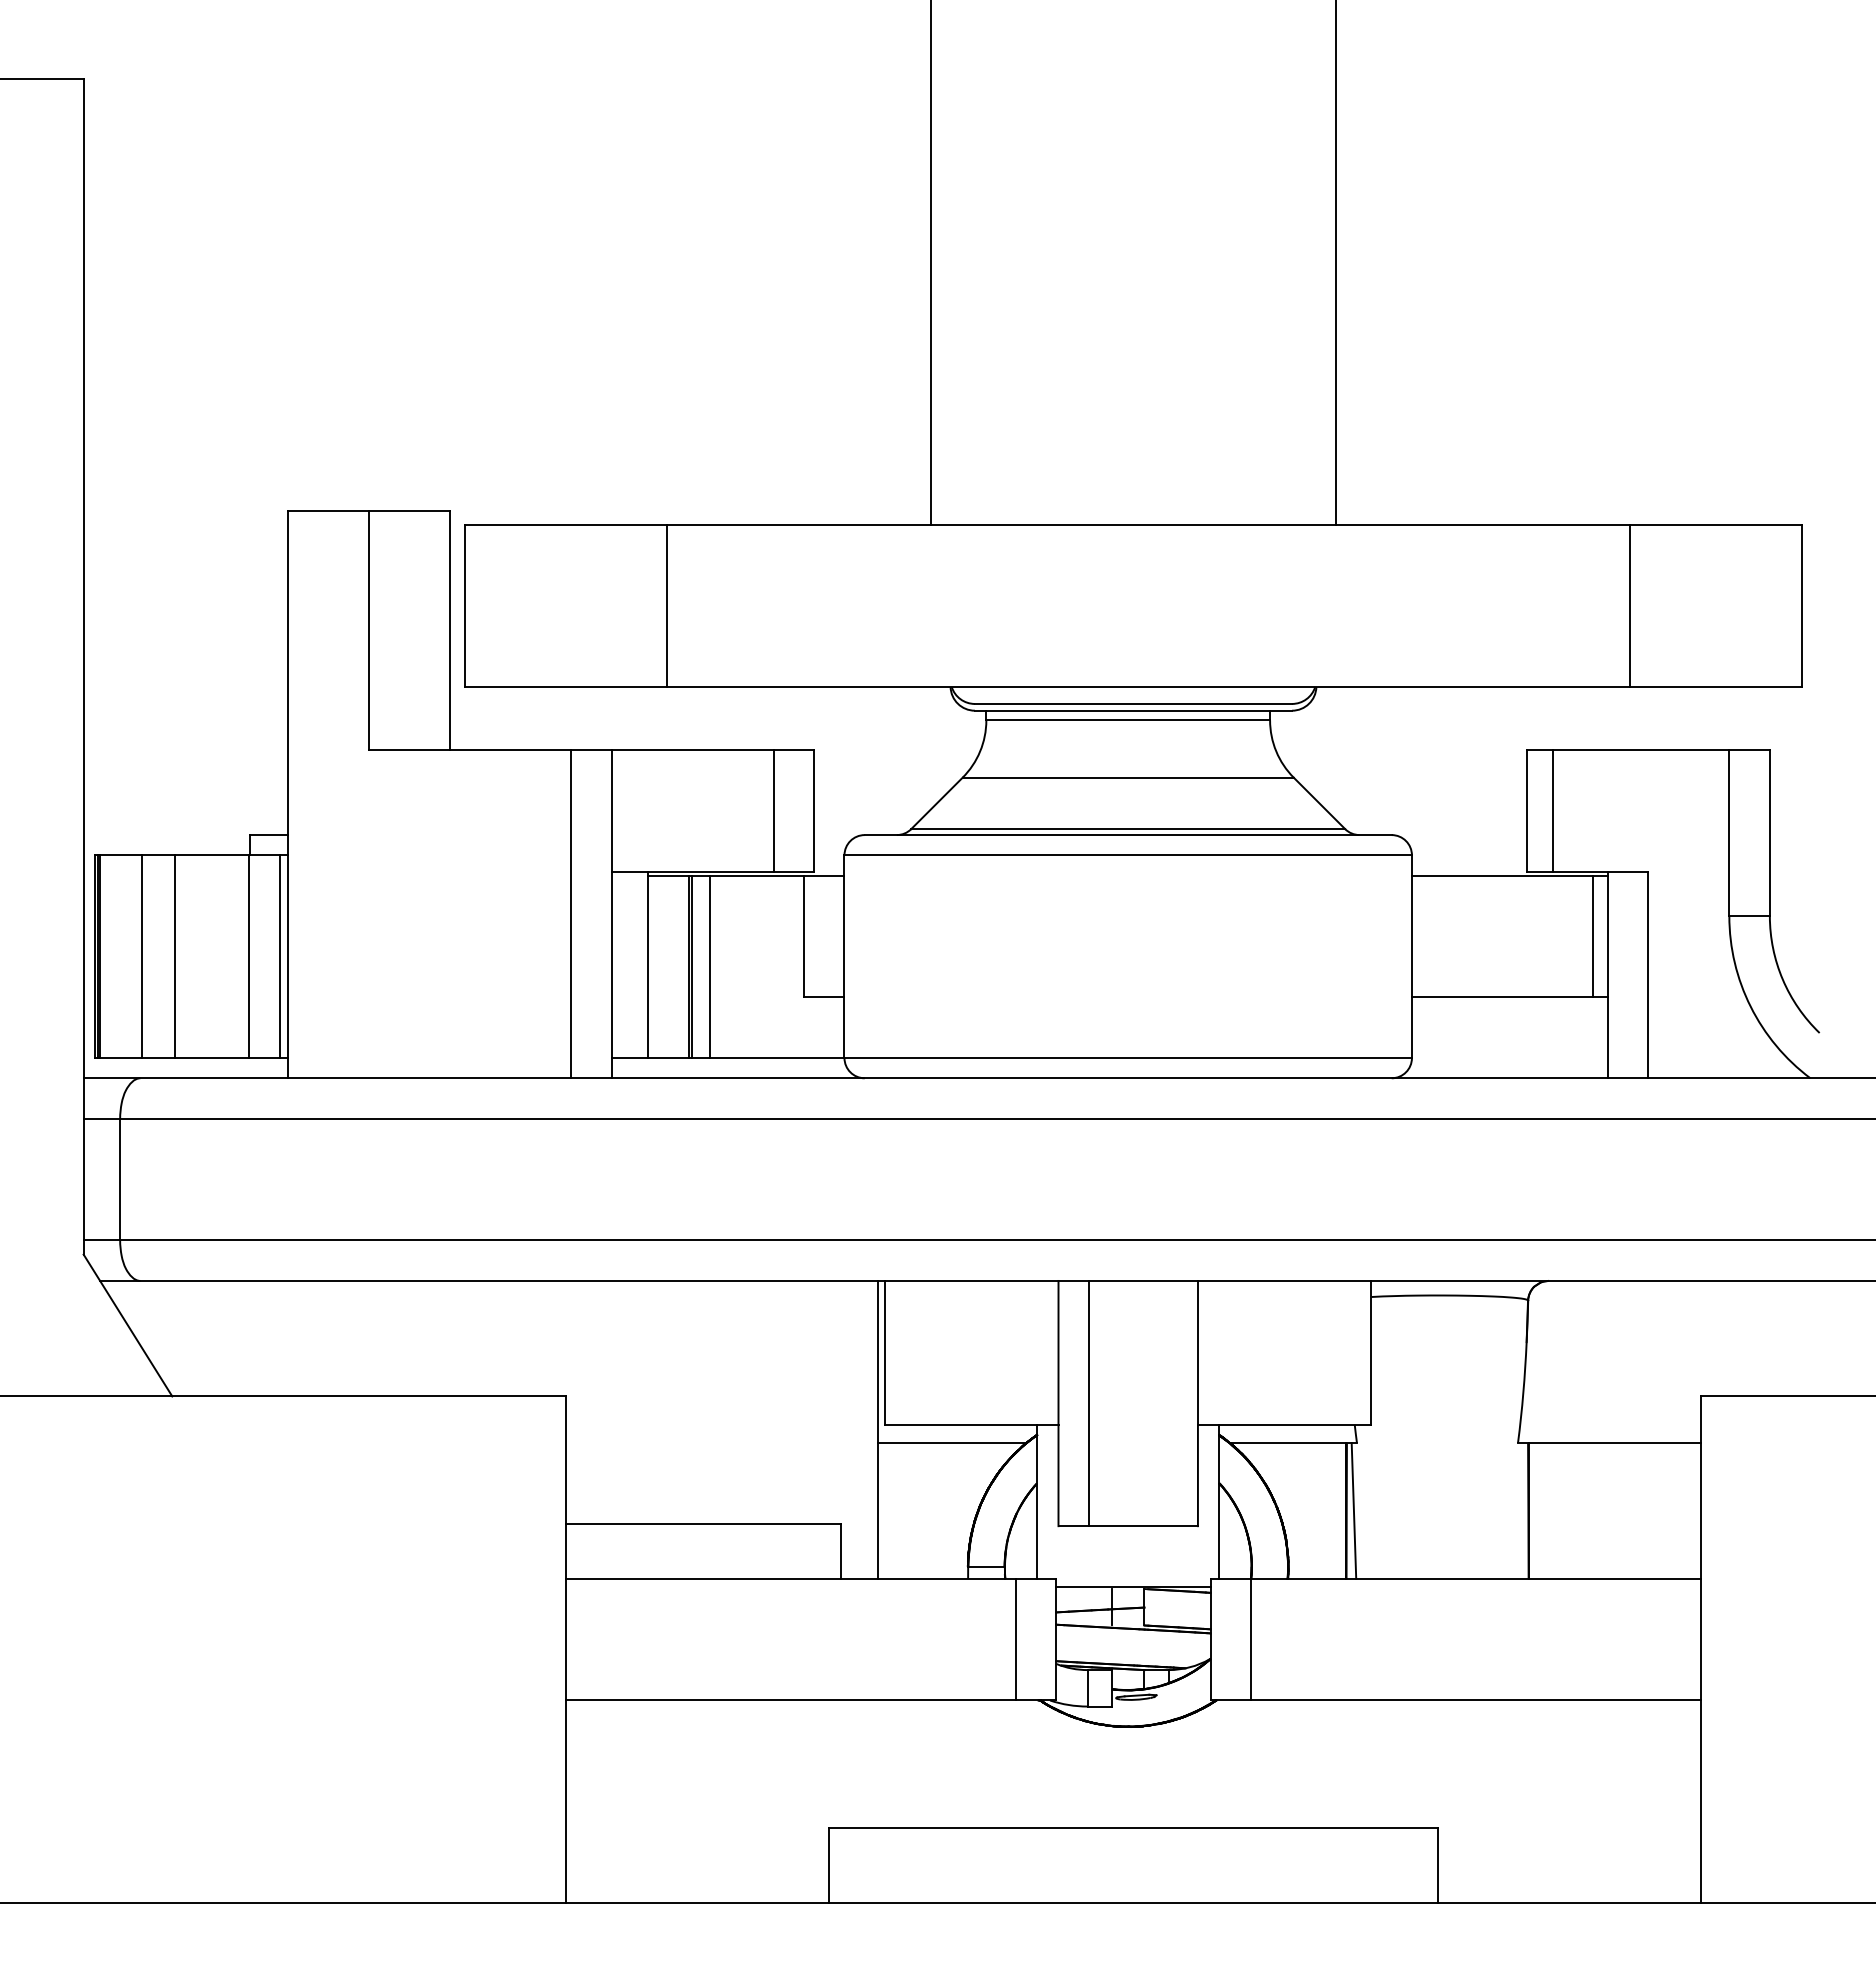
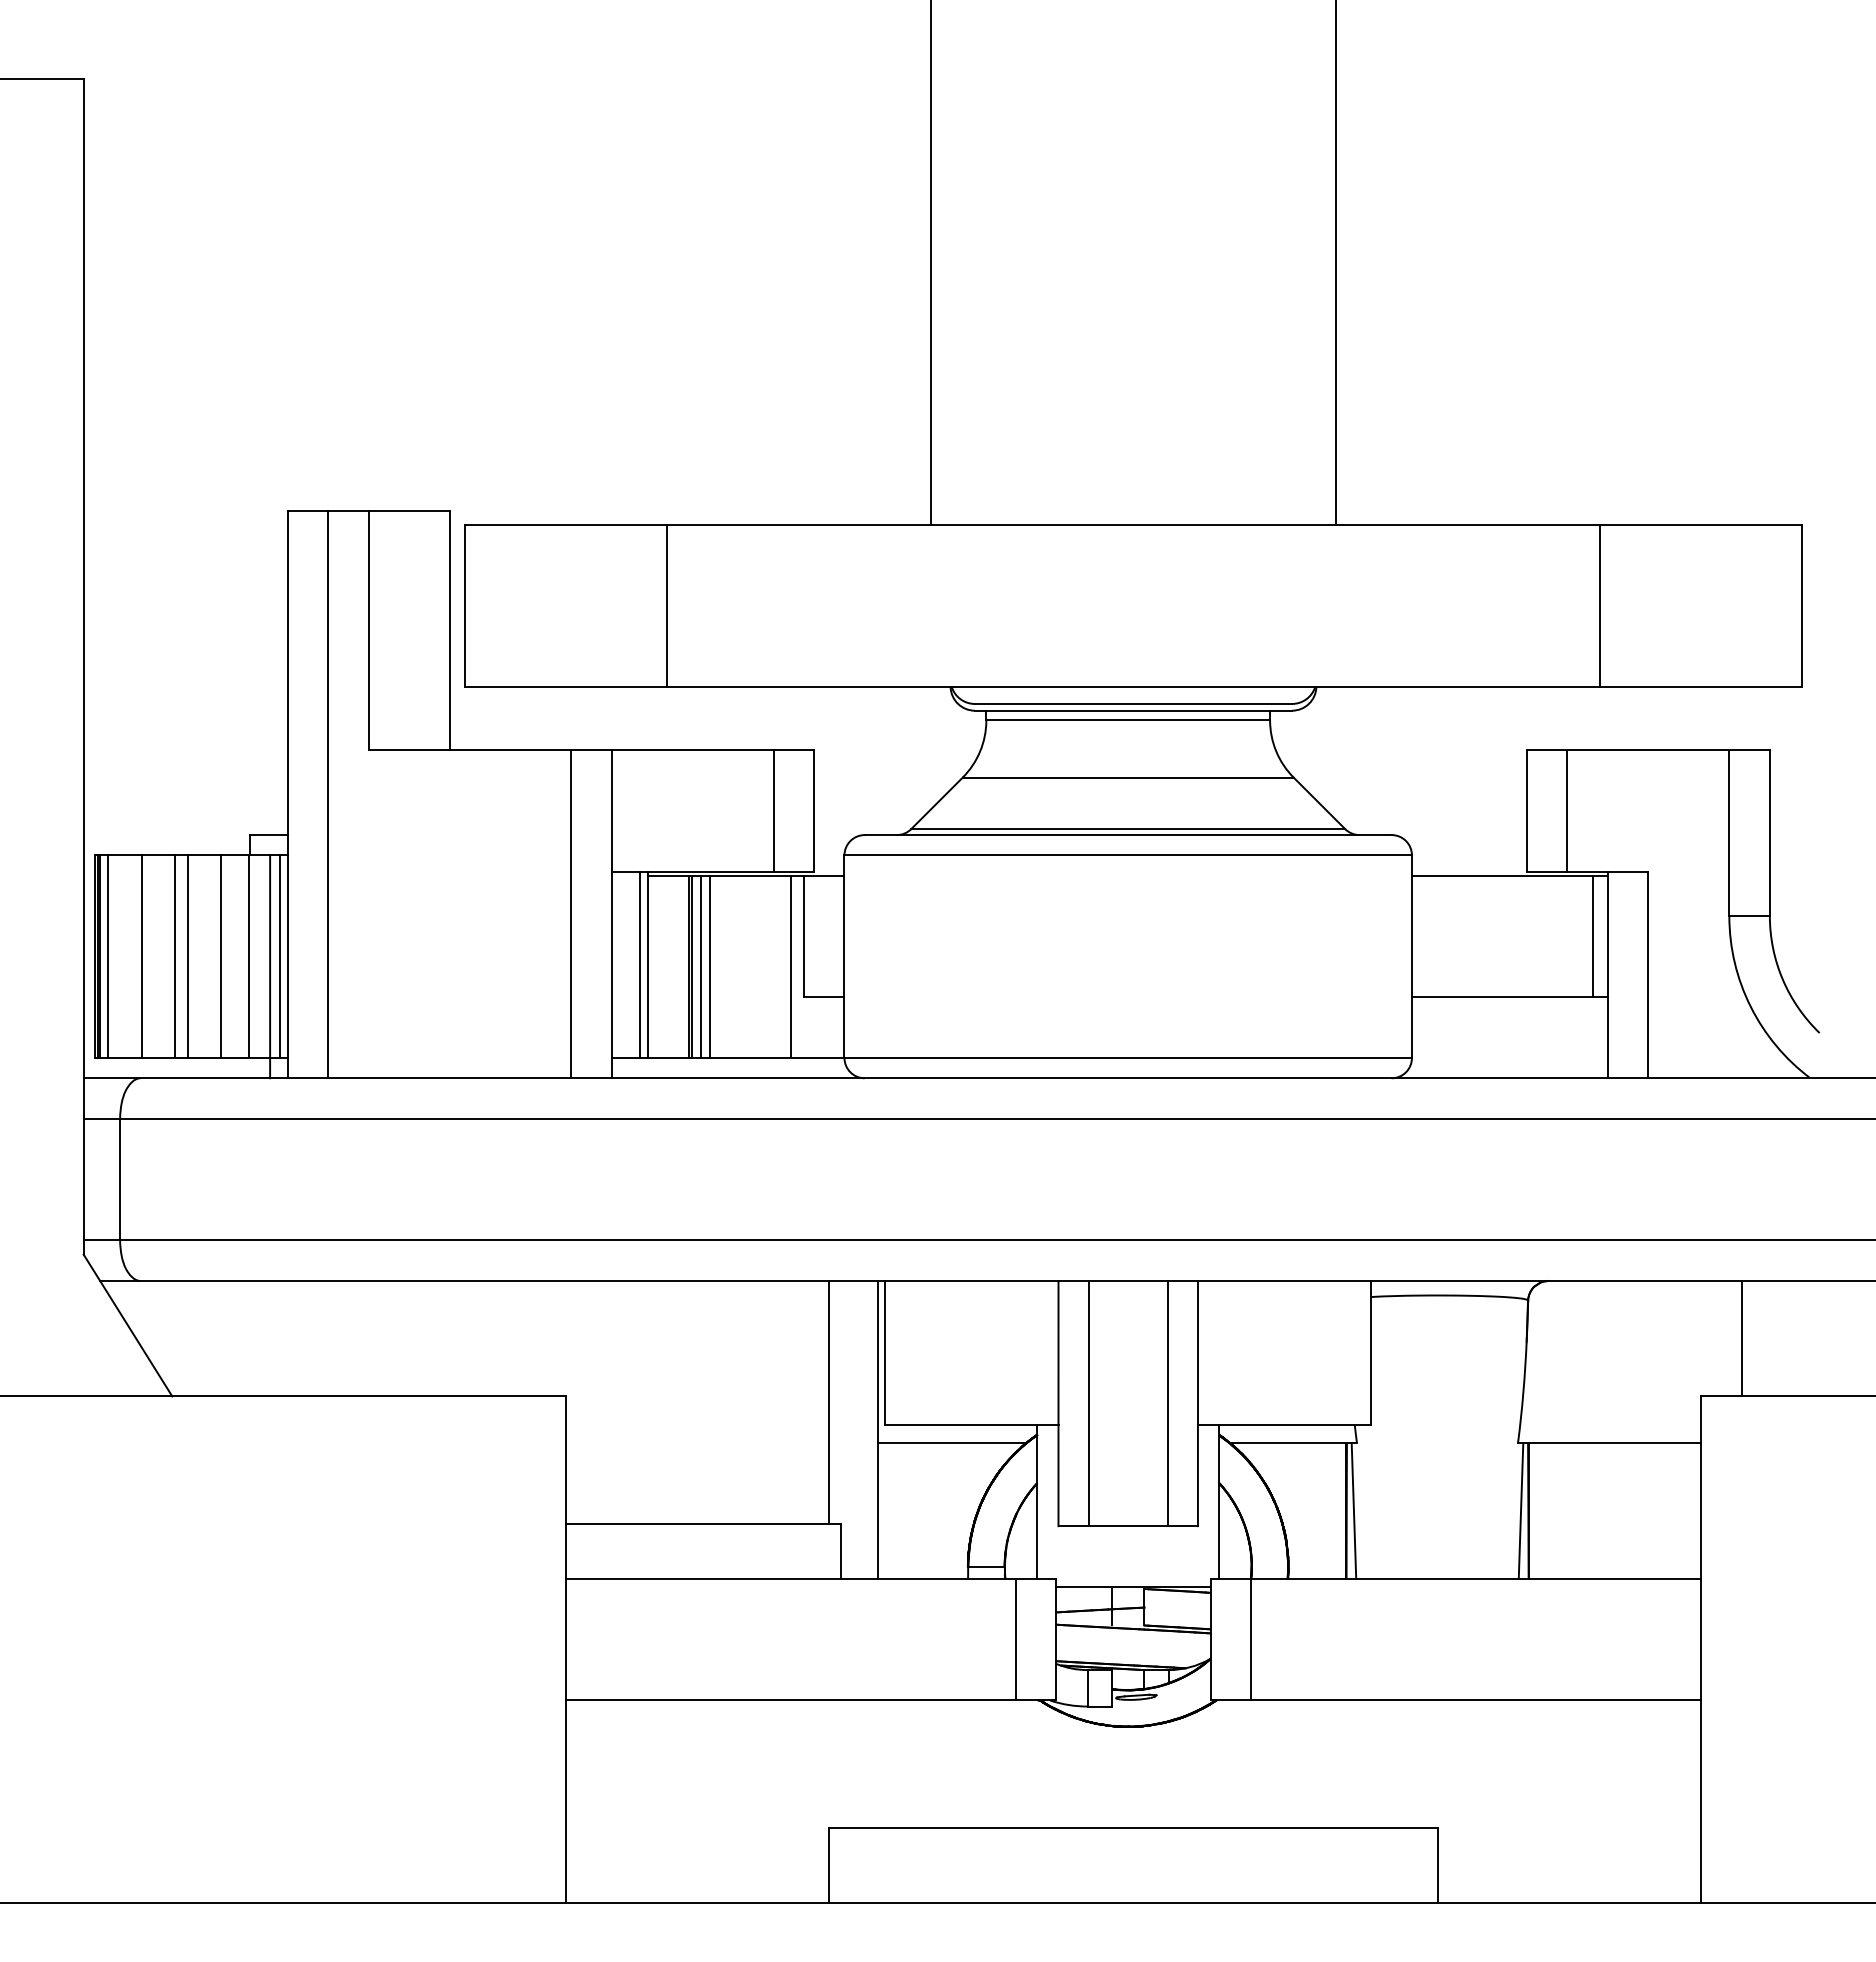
line at (1629, 605) position: (1629, 605) -> (1599, 605)
line at (328, 794): none -> present
line at (1553, 810) position: (1553, 810) -> (1567, 810)
line at (108, 956): none -> present
line at (188, 956): none -> present
line at (220, 956): none -> present
line at (640, 964): none -> present
line at (270, 966): none -> present
line at (701, 966): none -> present
line at (790, 966): none -> present
line at (1741, 1338): none -> present
line at (829, 1402): none -> present
line at (1167, 1403): none -> present
line at (1520, 1510): none -> present
